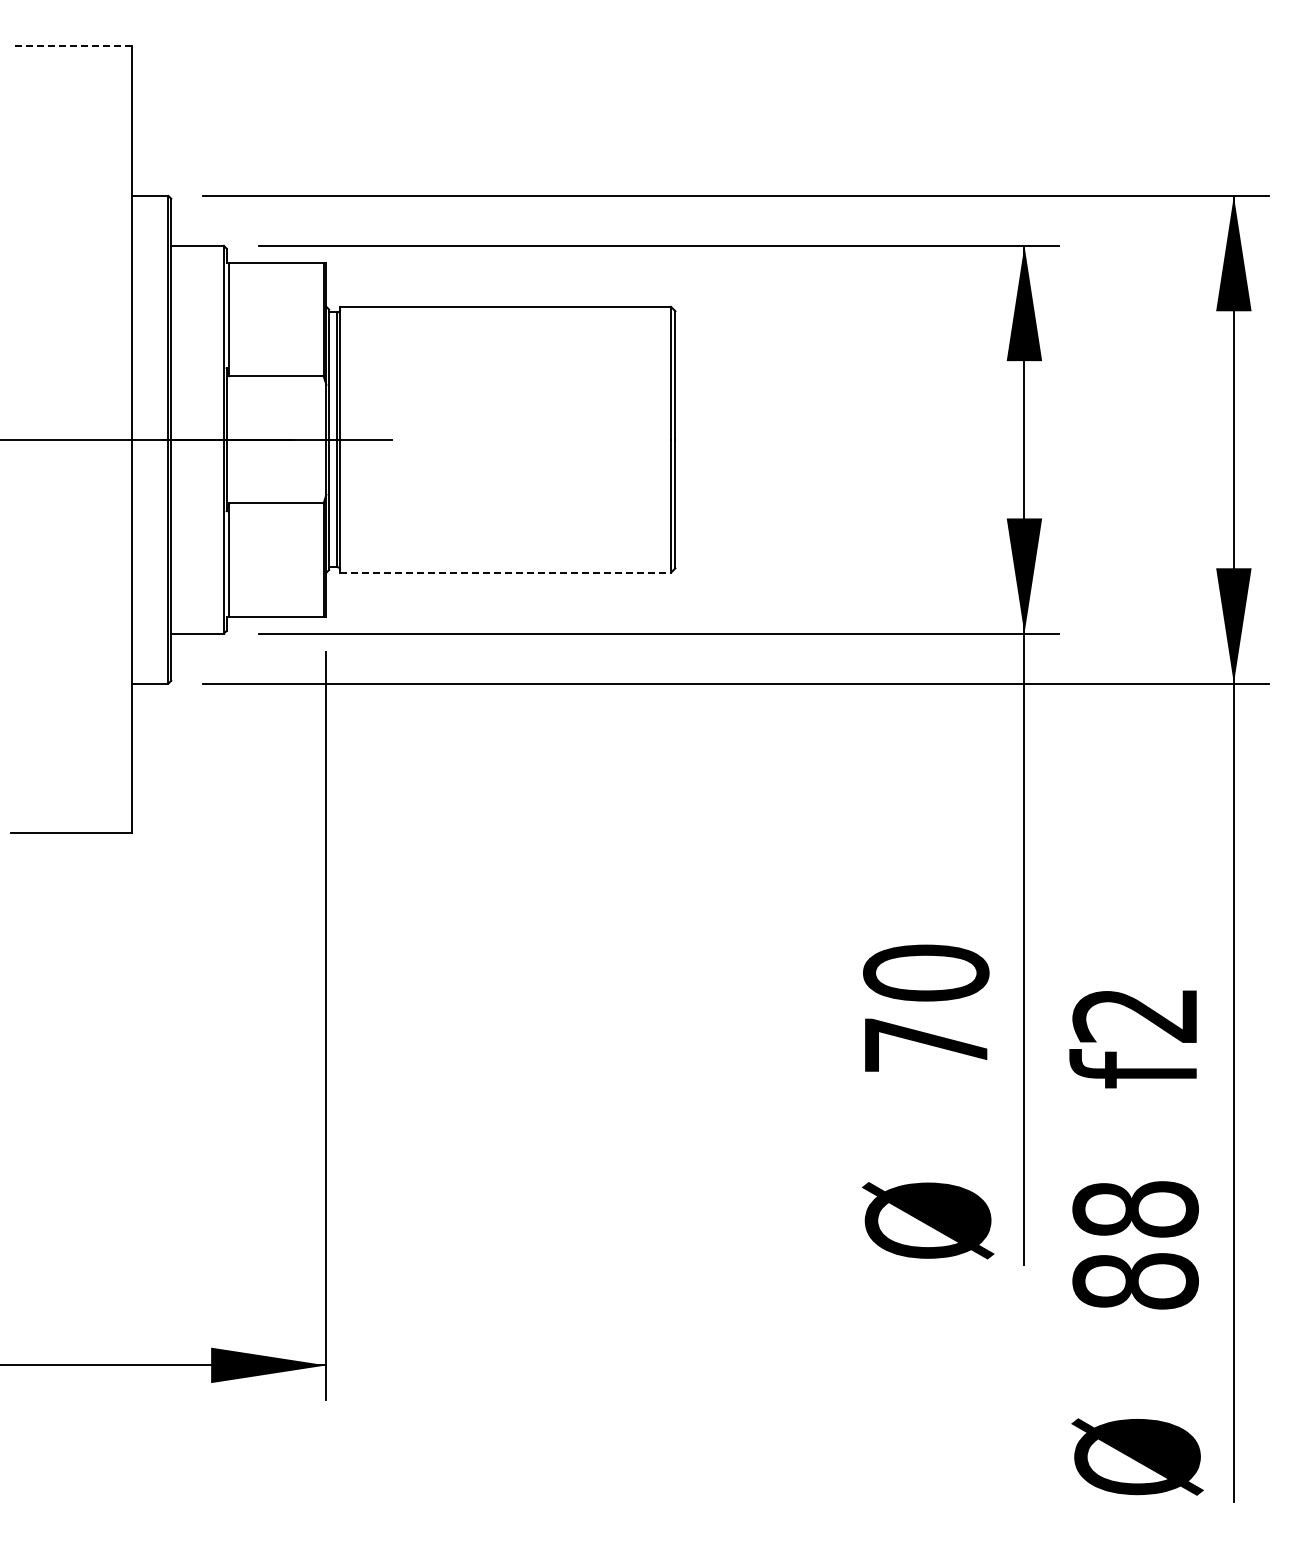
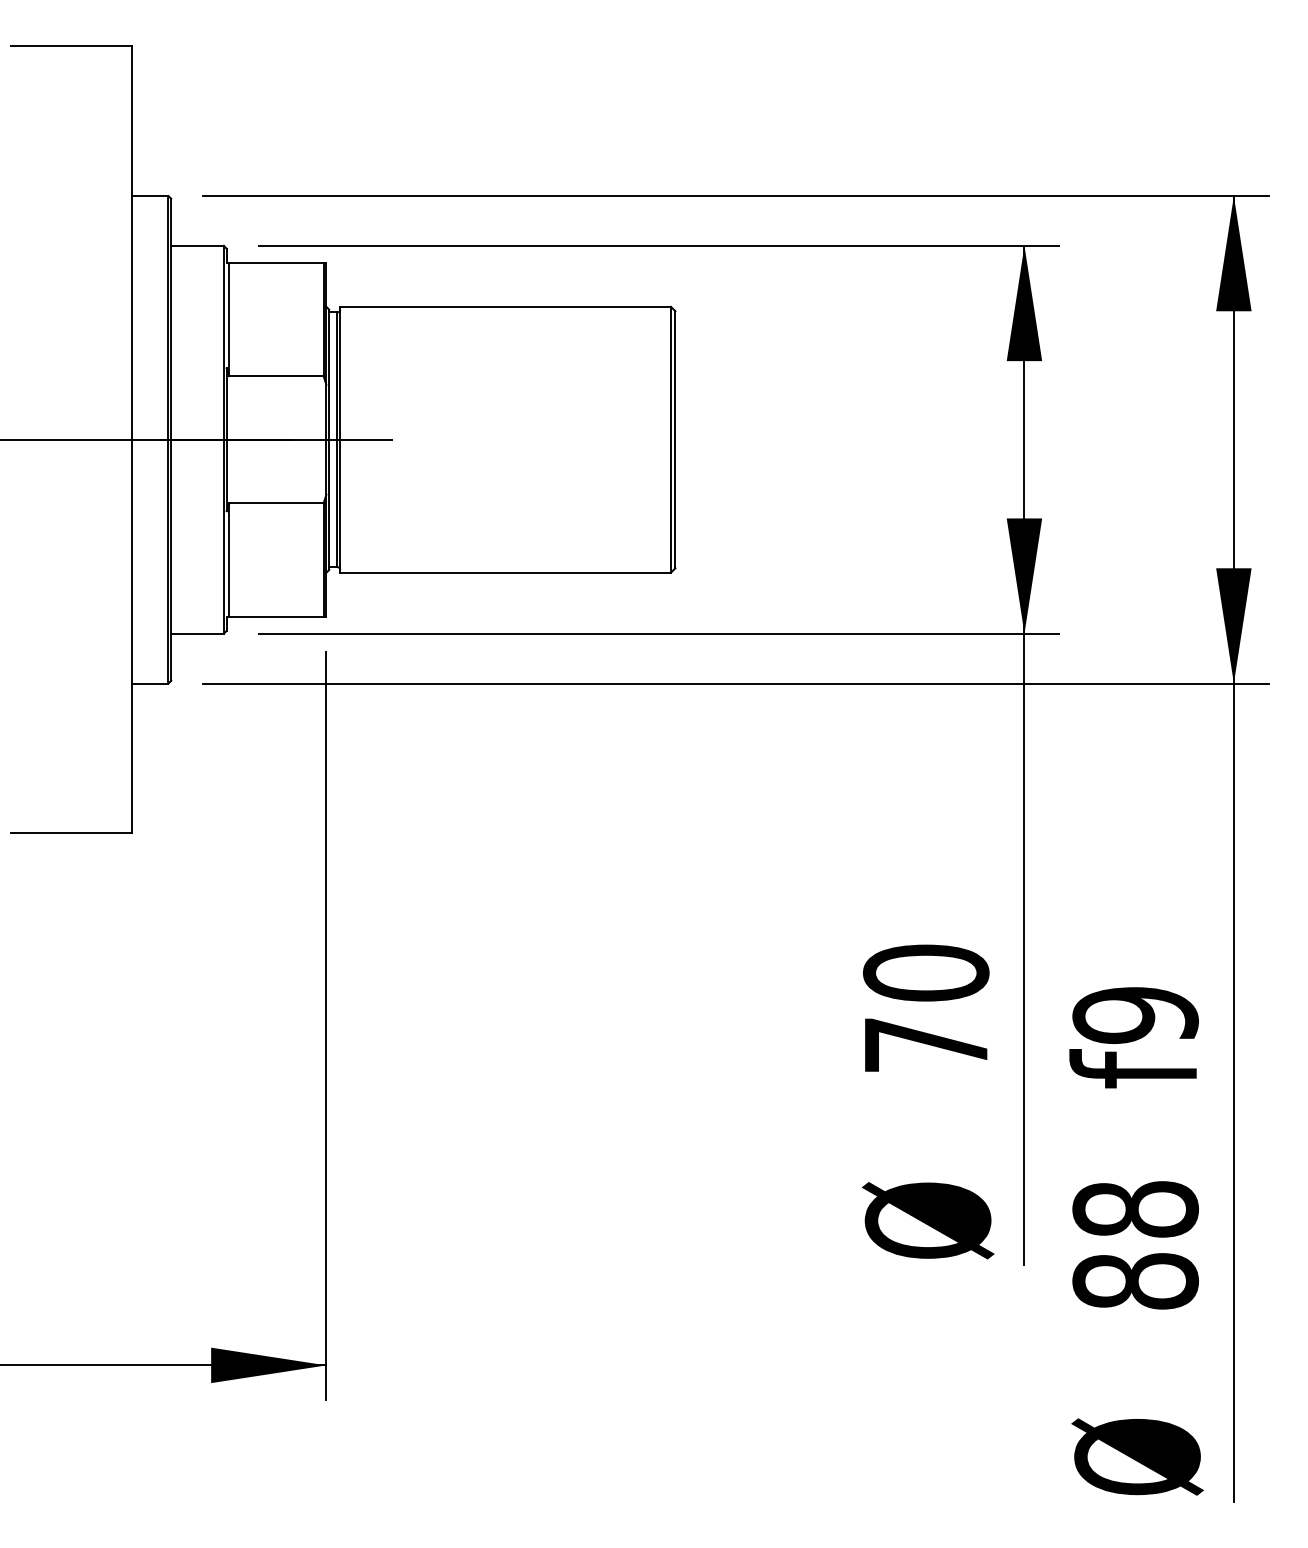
line at (71, 46): dashed -> solid
line at (506, 572): dashed -> solid
text at (1135, 1015): f2 -> f9
